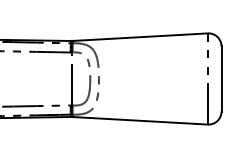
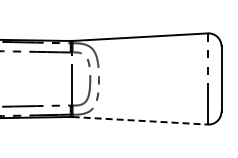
line at (140, 120): solid -> dashed
